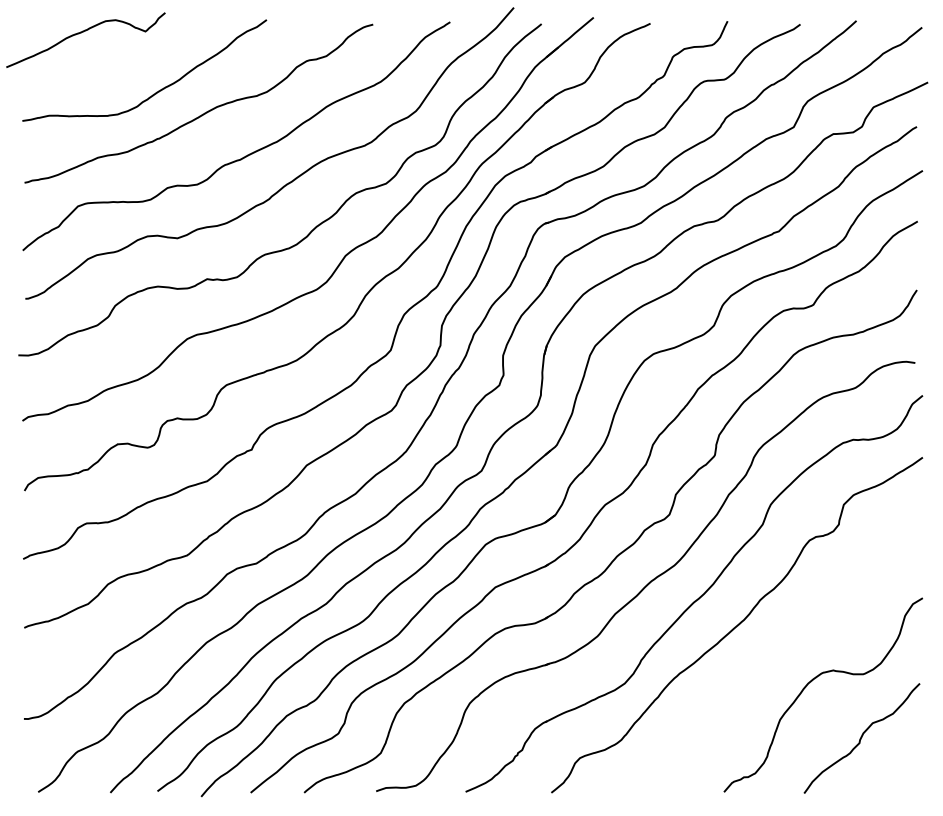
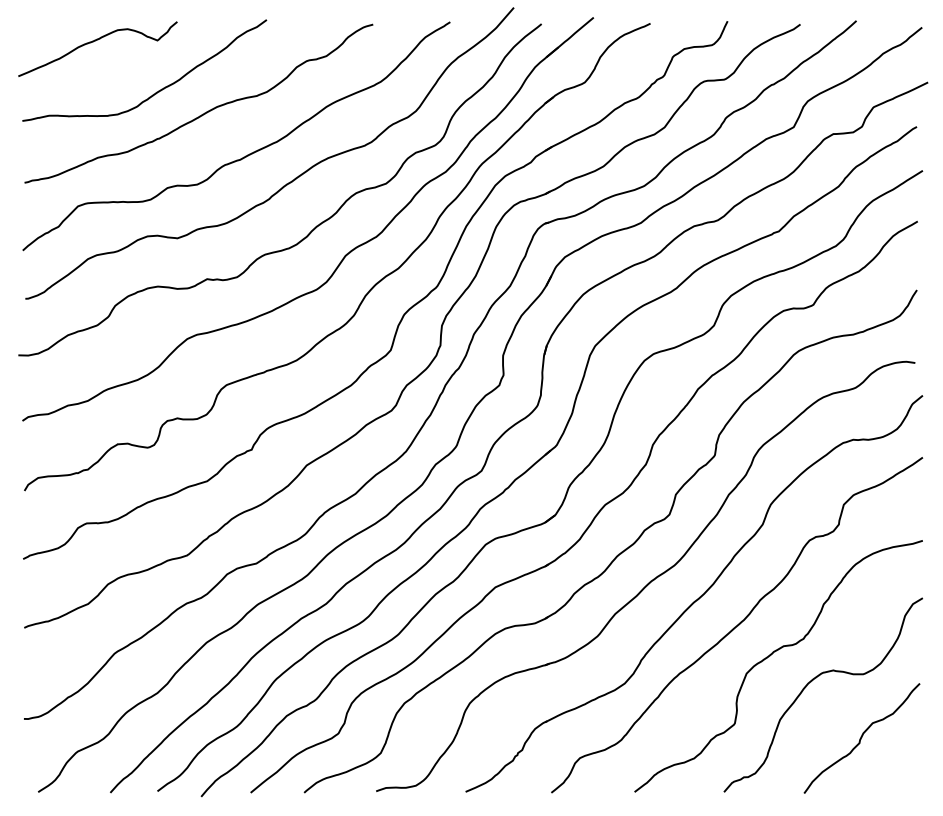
curve at (81, 33) position: (81, 33) -> (93, 42)
curve at (770, 656): none -> present
